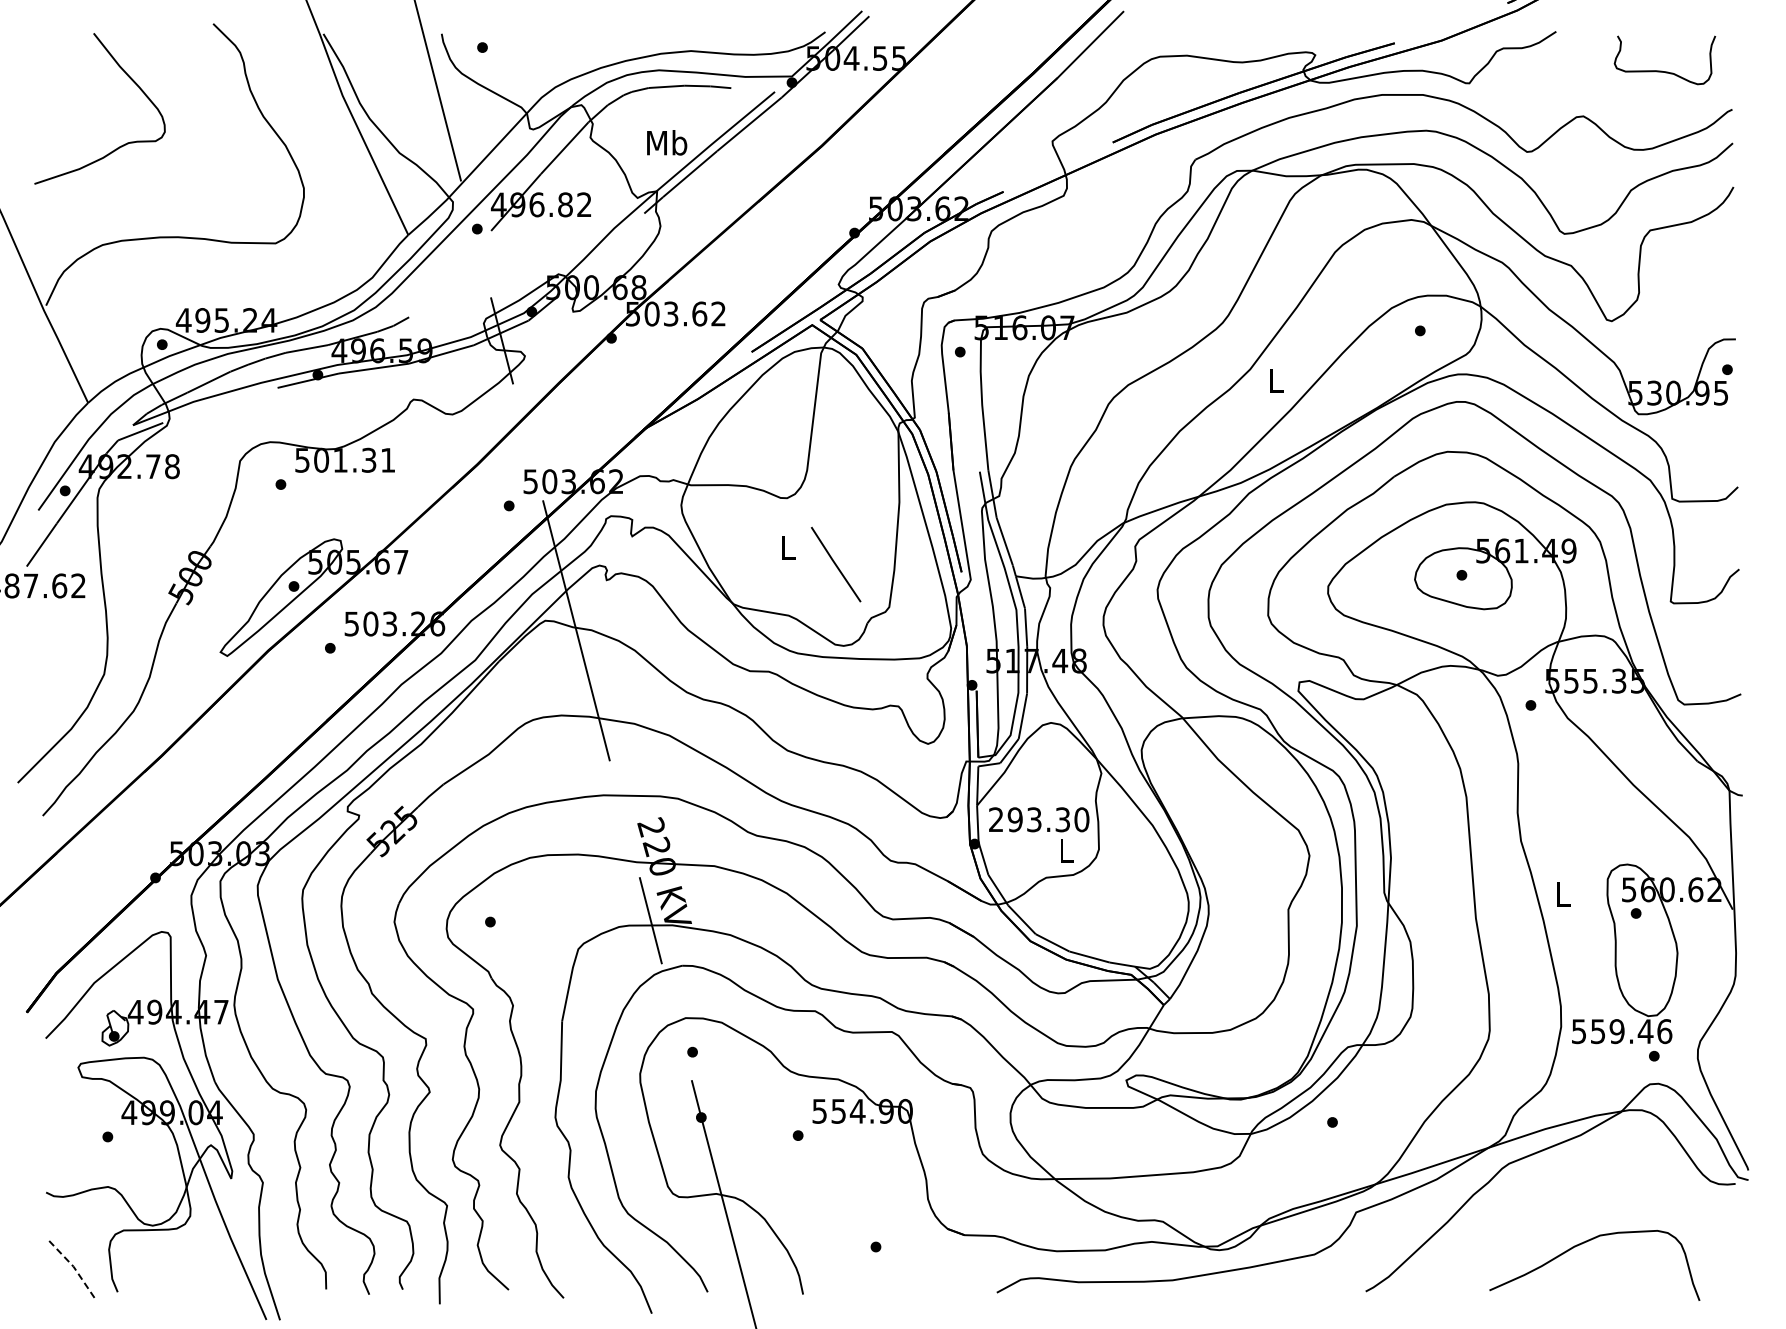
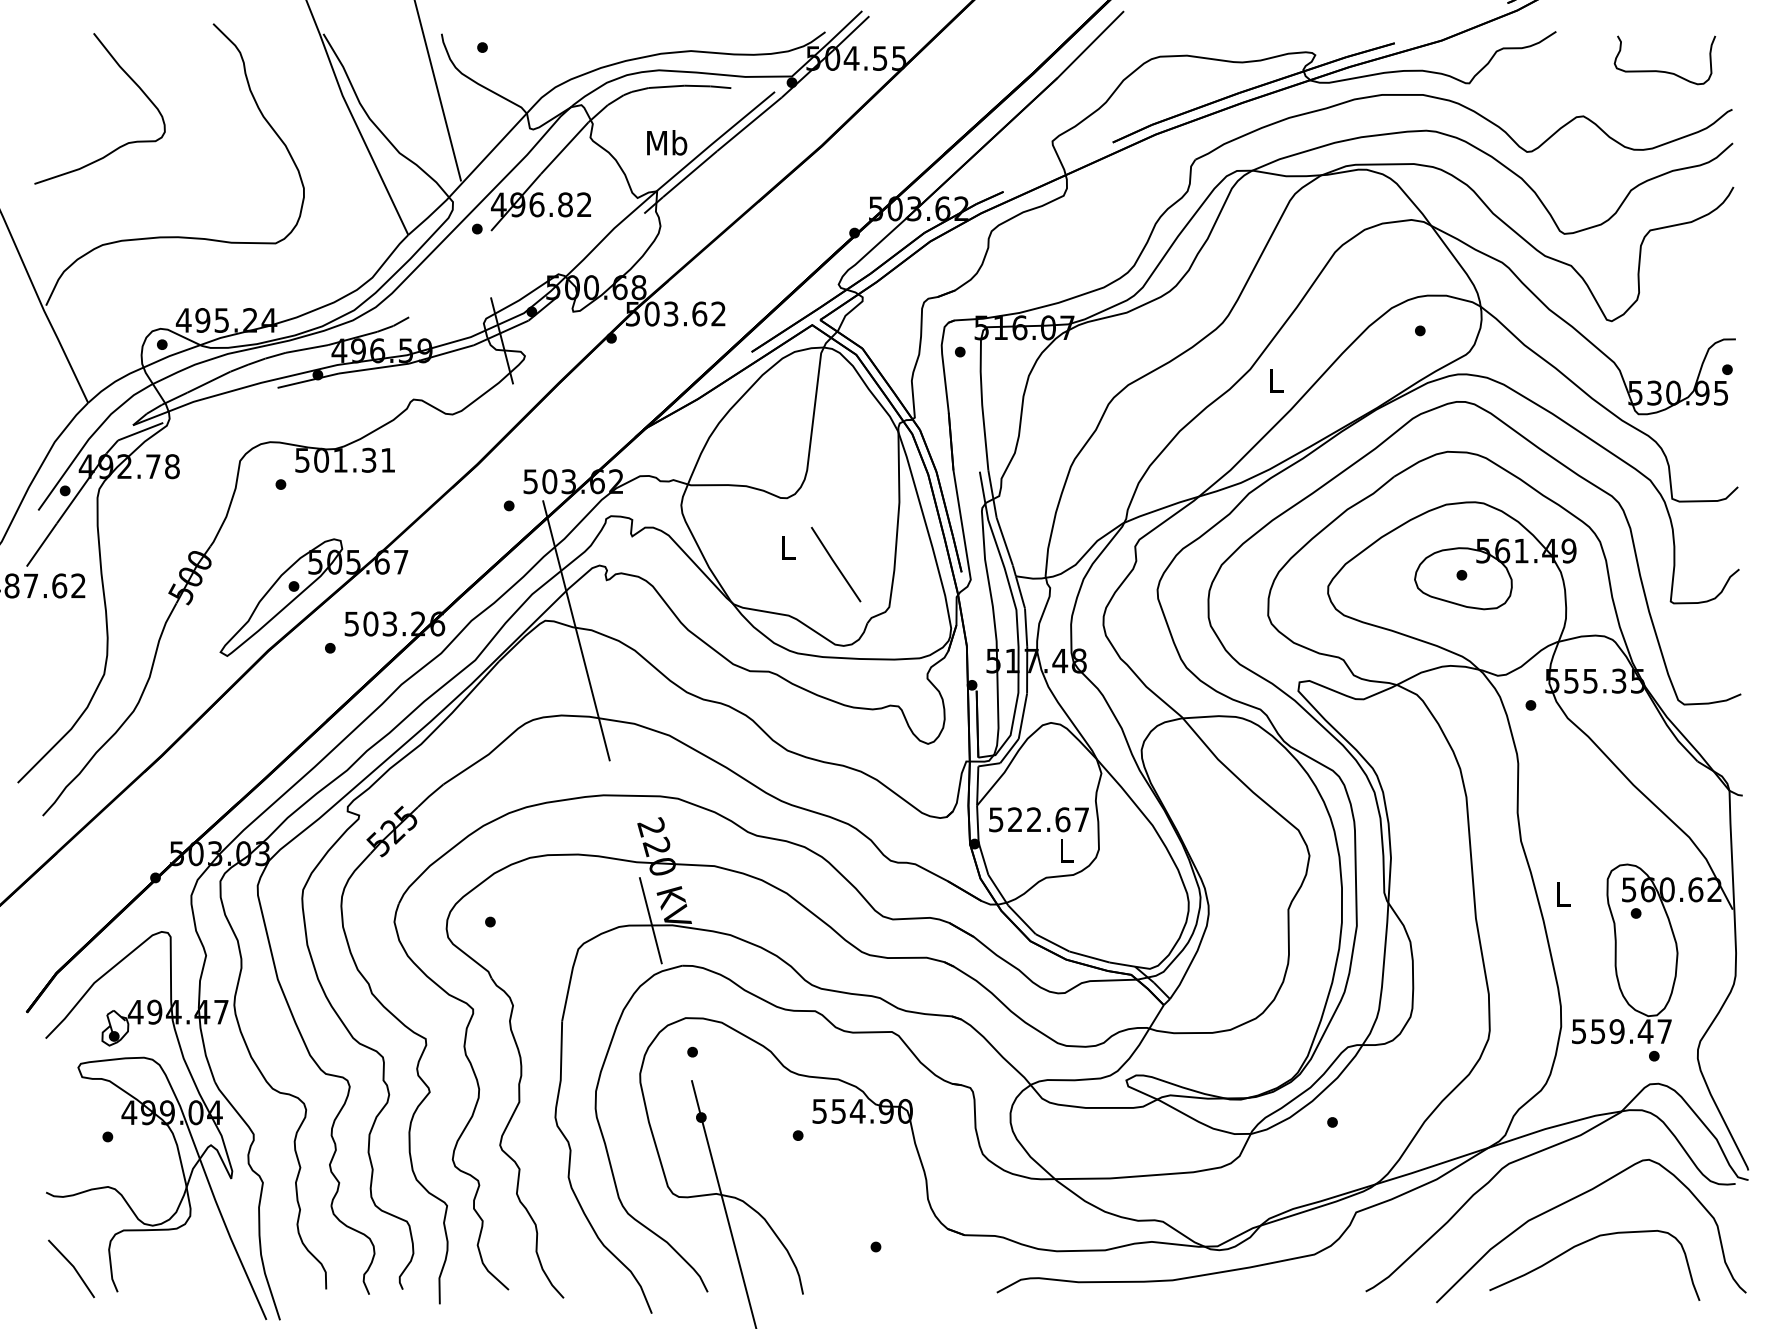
text at (1039, 819): 293.30 -> 522.67
text at (1664, 1031): 559.46 -> 559.47
curve at (1576, 1198): none -> present
line at (73, 1266): dashed -> solid
